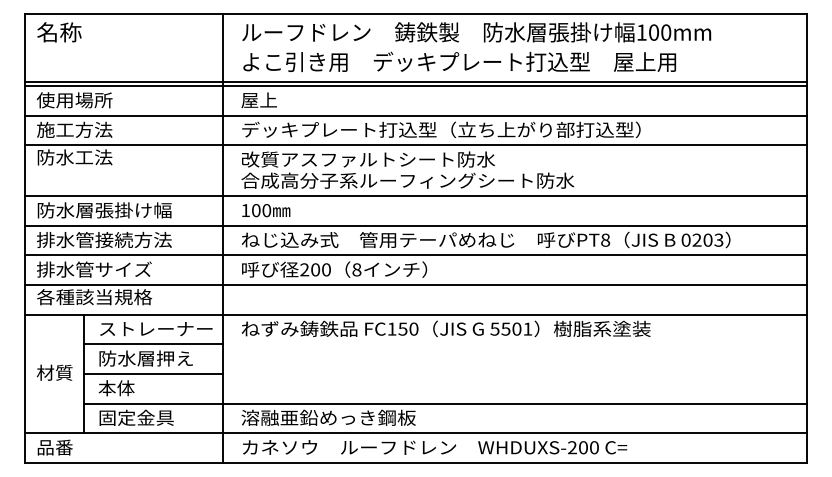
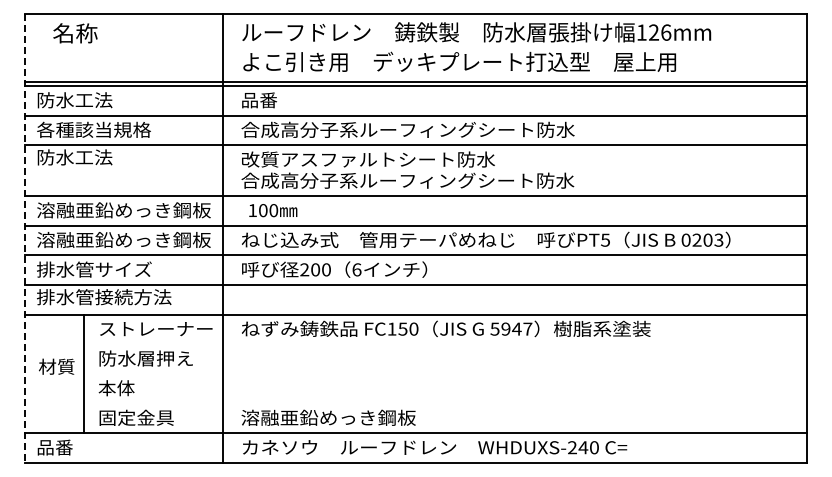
text at (59, 32) position: (59, 32) -> (75, 33)
text at (660, 32): 100mm -> 126mm
text at (74, 100): 使用場所 -> 防水工法
text at (259, 100): 屋上 -> 品番
text at (93, 129): 施工方法 -> 各種該当規格
text at (440, 129): デッキプレート打込型（立ち上がり部打込型） -> 合成高分子系ルーフィングシート防水
text at (123, 210): 防水層張掛け幅 -> 溶融亜鉛めっき鋼板
text at (266, 210) position: (266, 210) -> (273, 210)
line at (24, 239): solid -> dashed
text at (123, 239): 排水管接続方法 -> 溶融亜鉛めっき鋼板
text at (605, 239): PT8 -> PT5
text at (356, 269): 8 -> 6
text at (104, 297): 各種該当規格 -> 排水管接続方法
text at (516, 328): 5501 -> 5947
line at (153, 344): present -> none
text at (54, 372) position: (54, 372) -> (56, 366)
line at (153, 374): present -> none
line at (445, 403): present -> none
text at (583, 447): WHDUXS-200 -> WHDUXS-240
